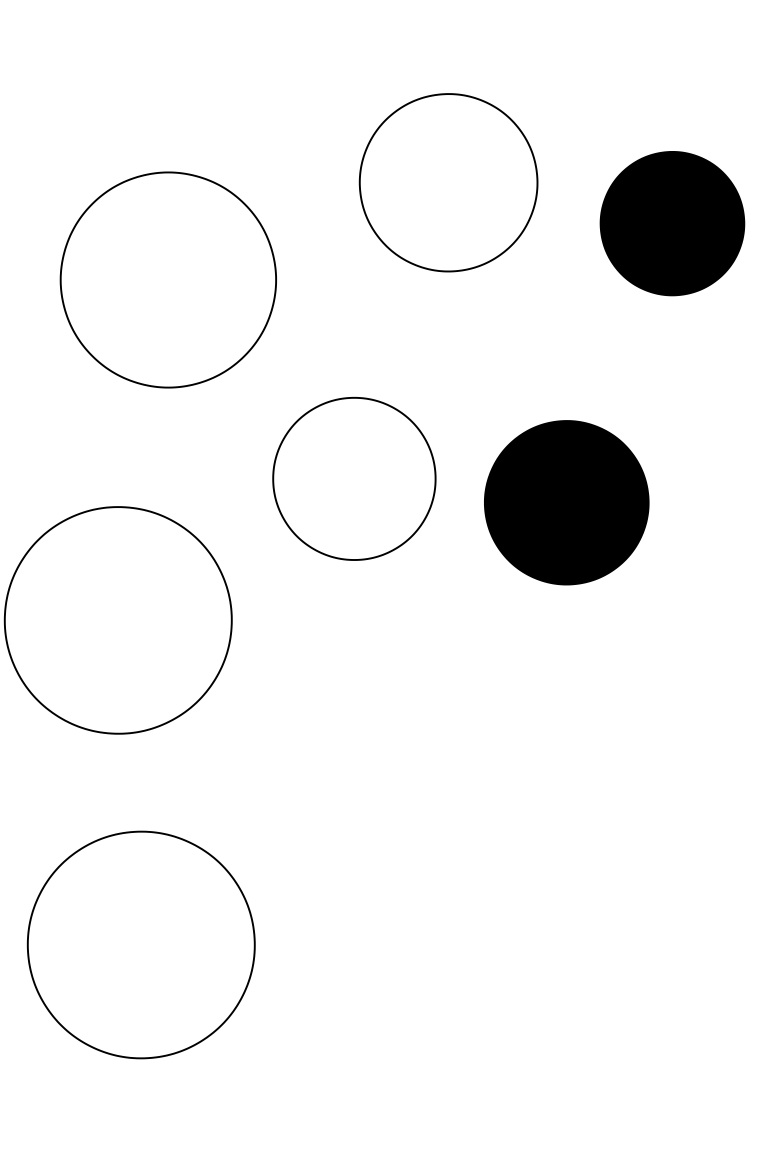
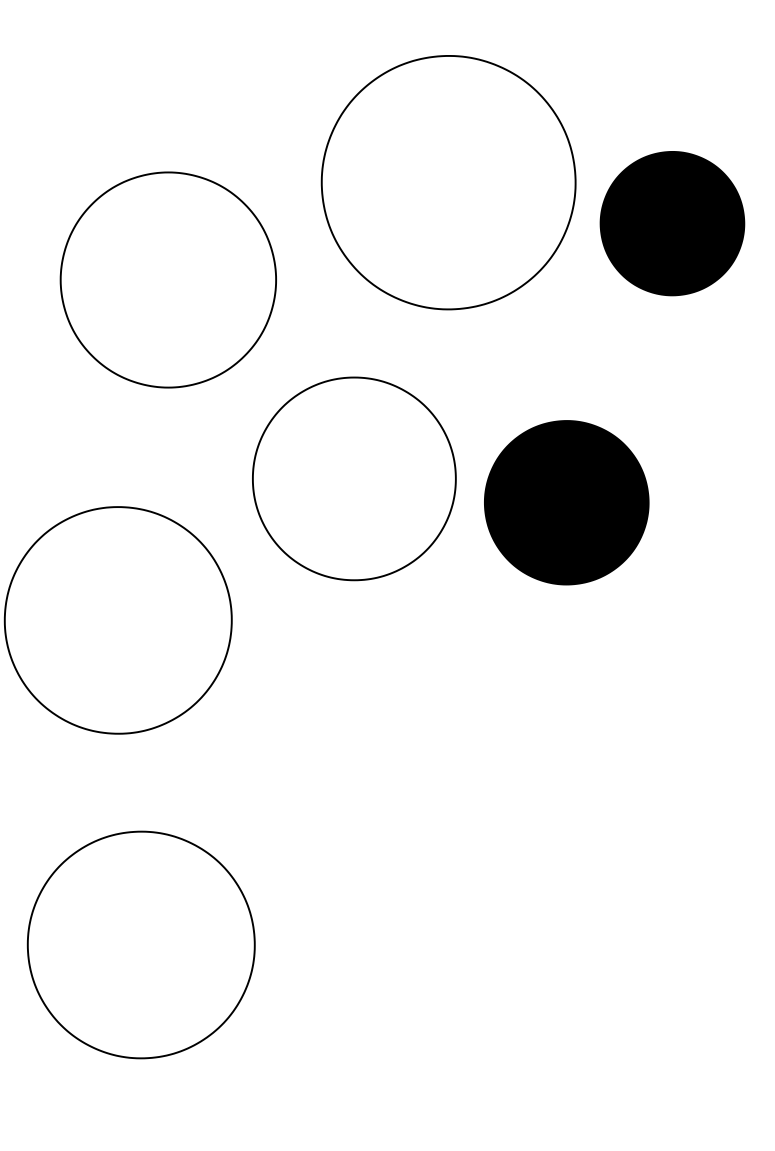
part at (448, 182) size: 181x180 px -> 257x256 px
part at (354, 478) size: 165x165 px -> 205x206 px
